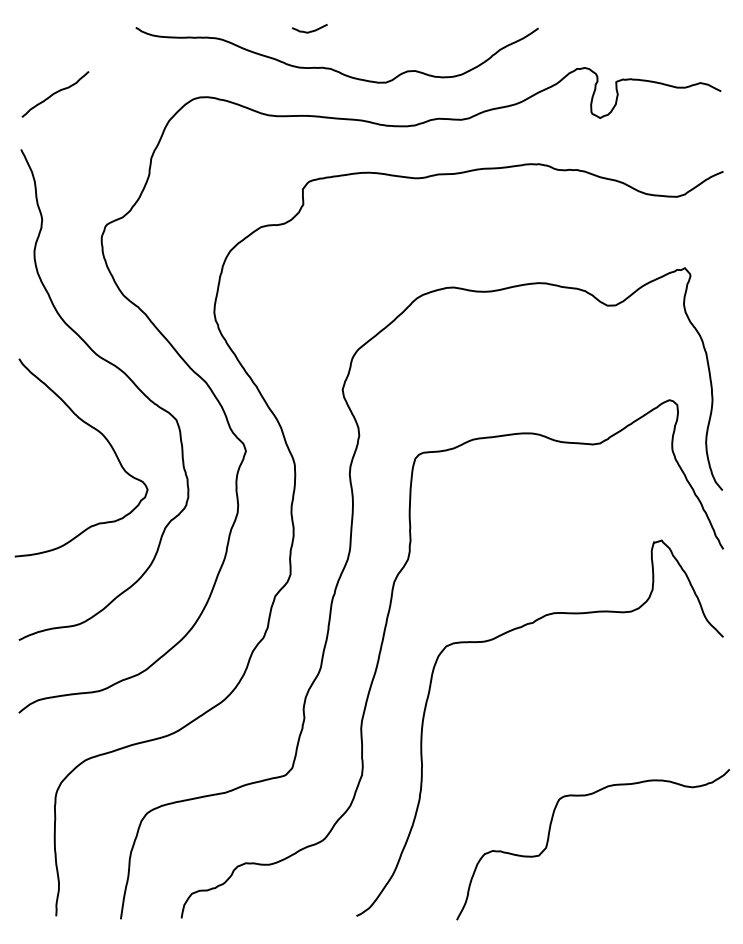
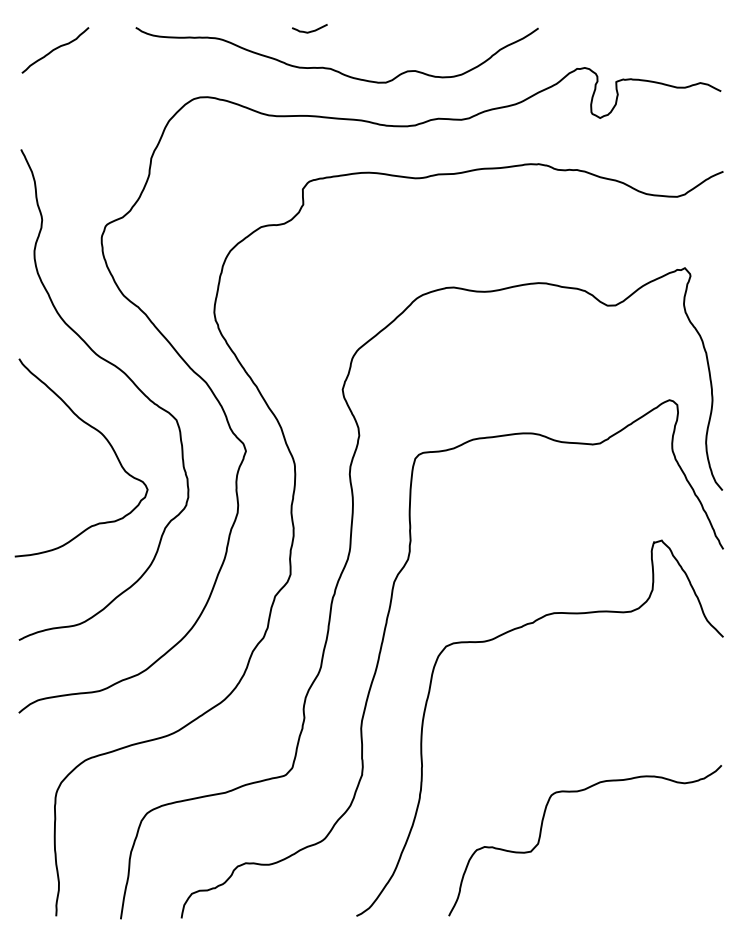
curve at (55, 93) position: (55, 93) -> (55, 49)
curve at (549, 838) position: (549, 838) -> (541, 834)
